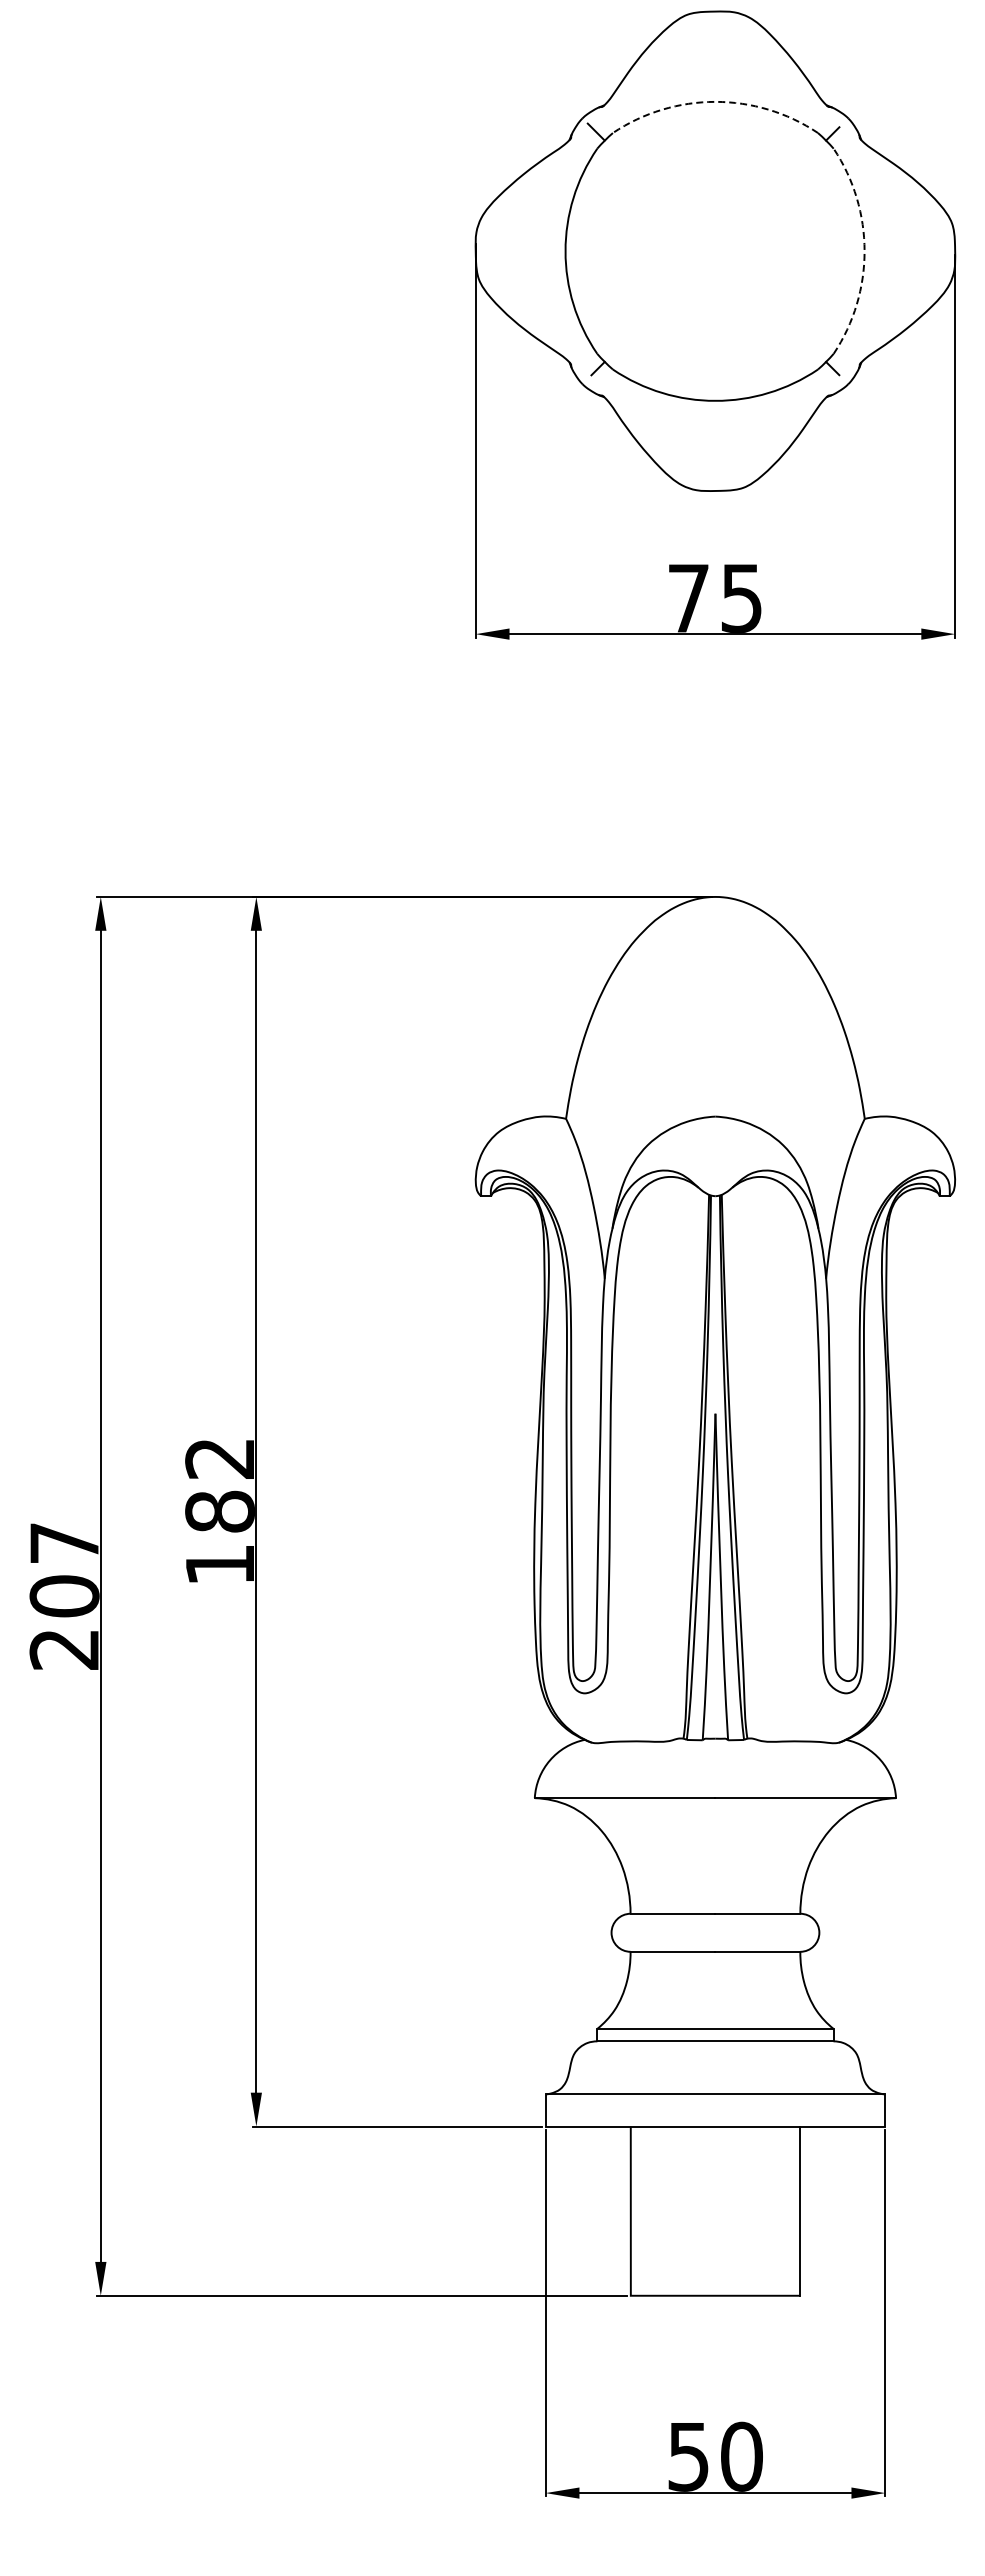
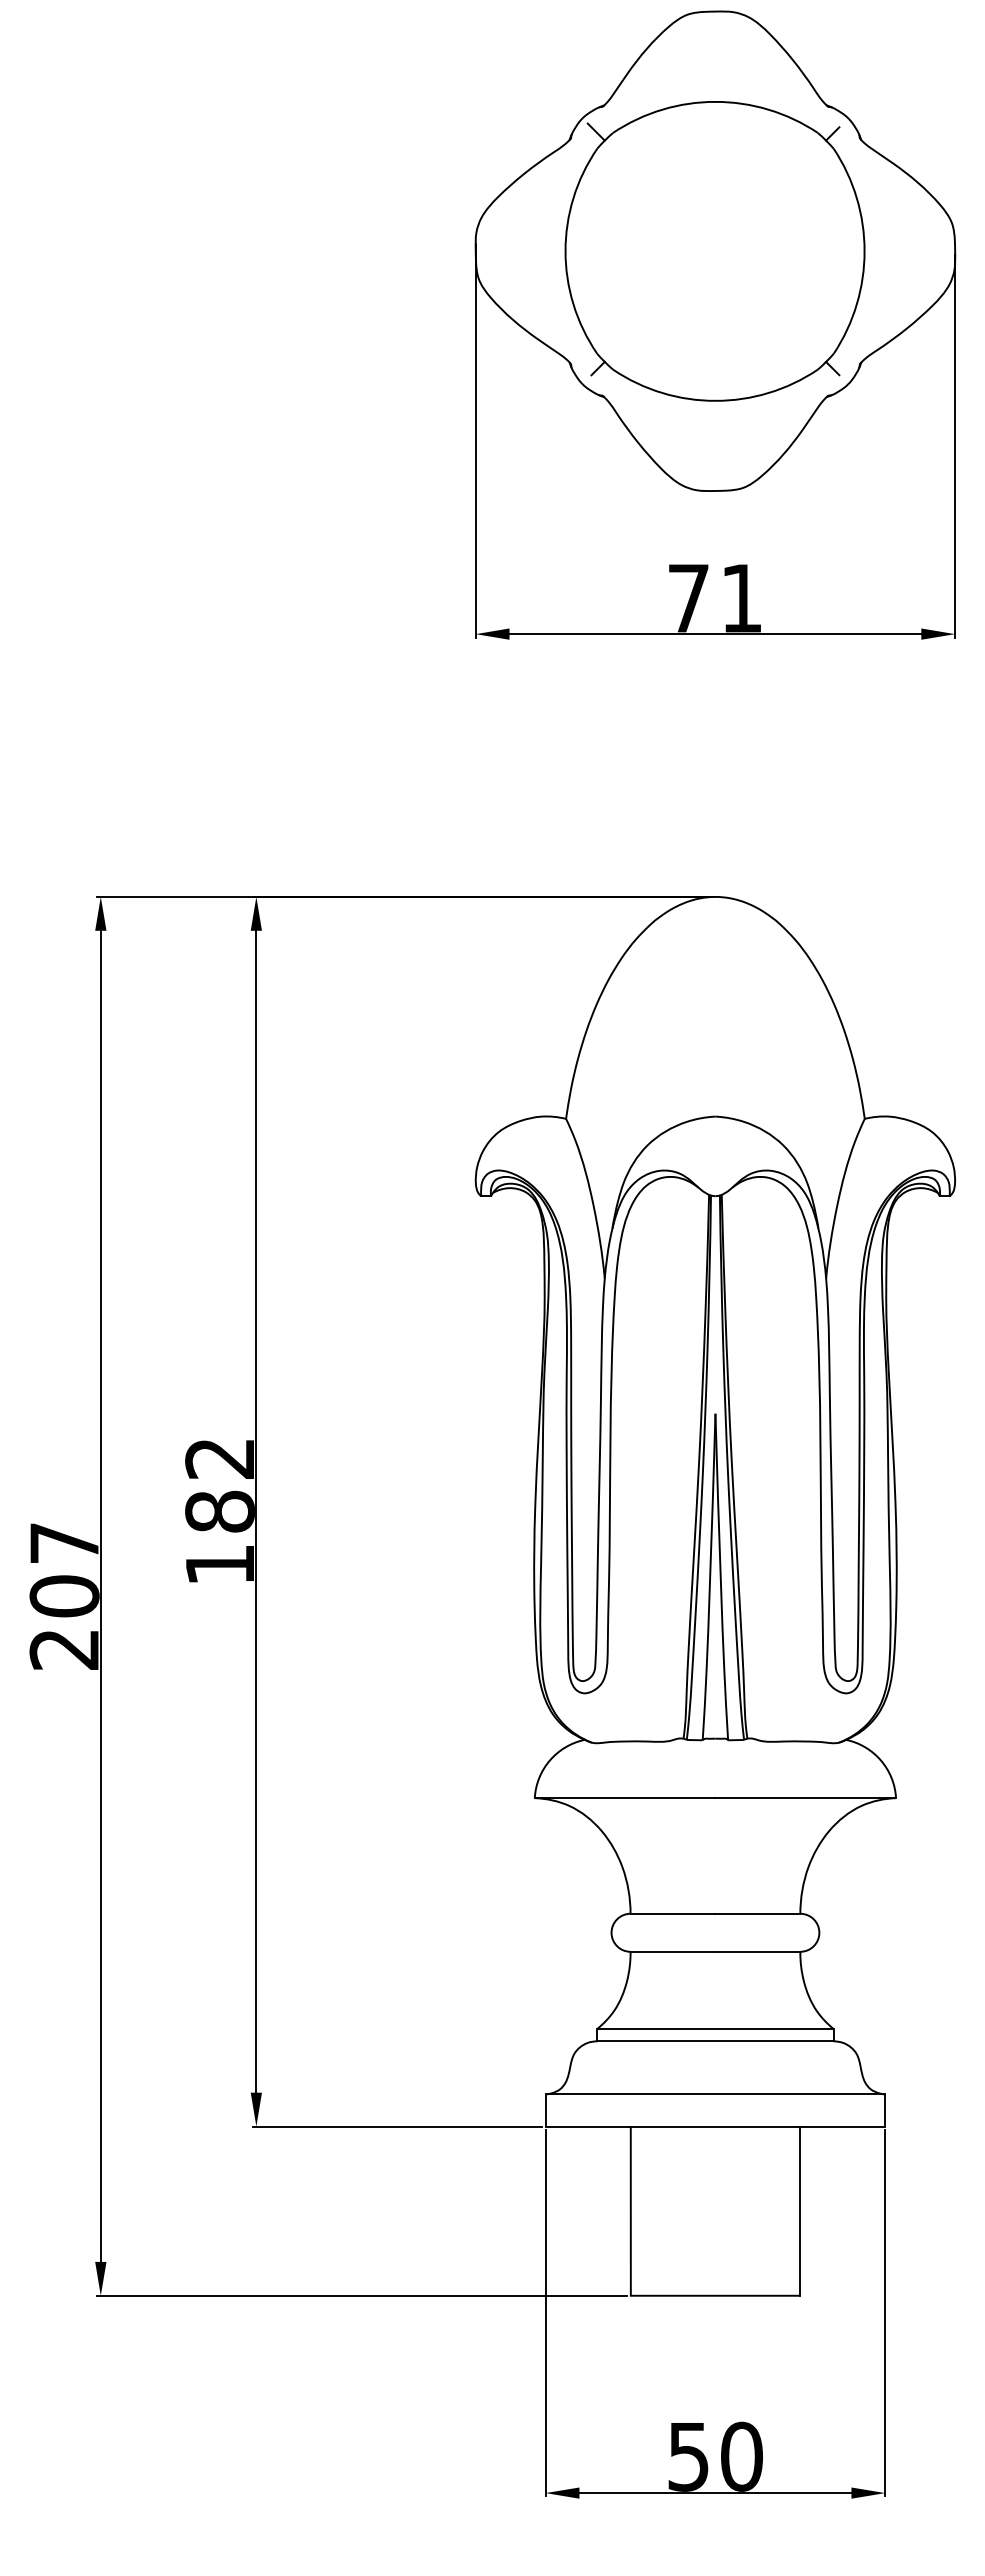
arc at (715, 101): dashed -> solid
arc at (864, 251): dashed -> solid
text at (741, 598): 75 -> 71
